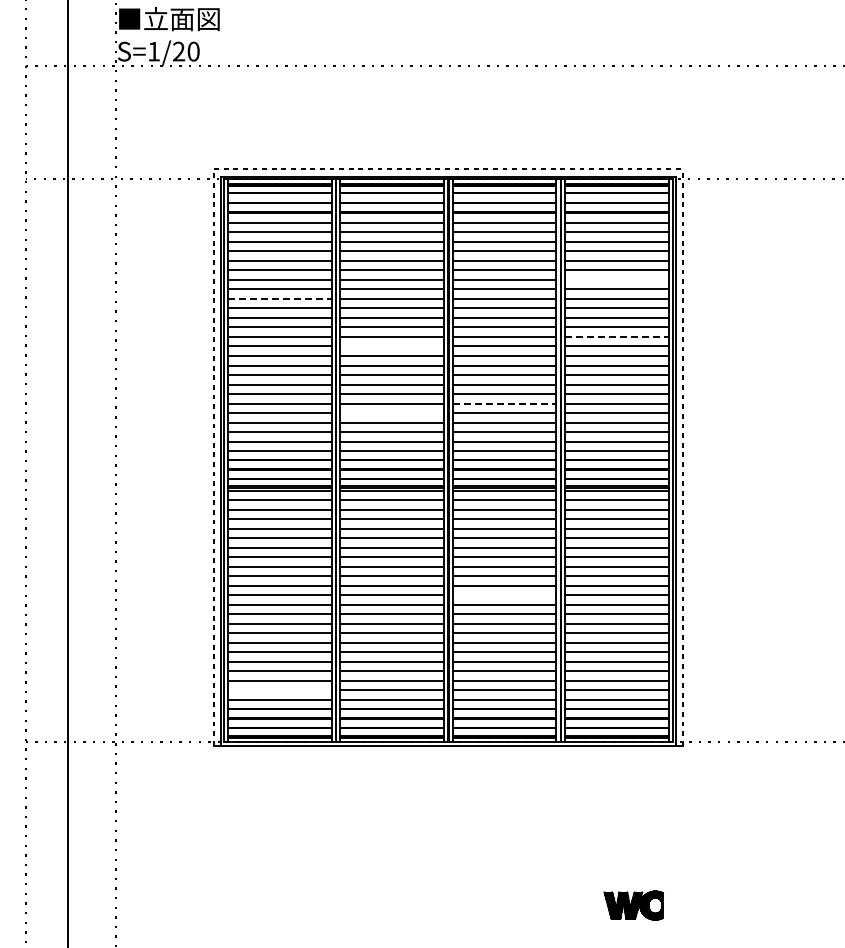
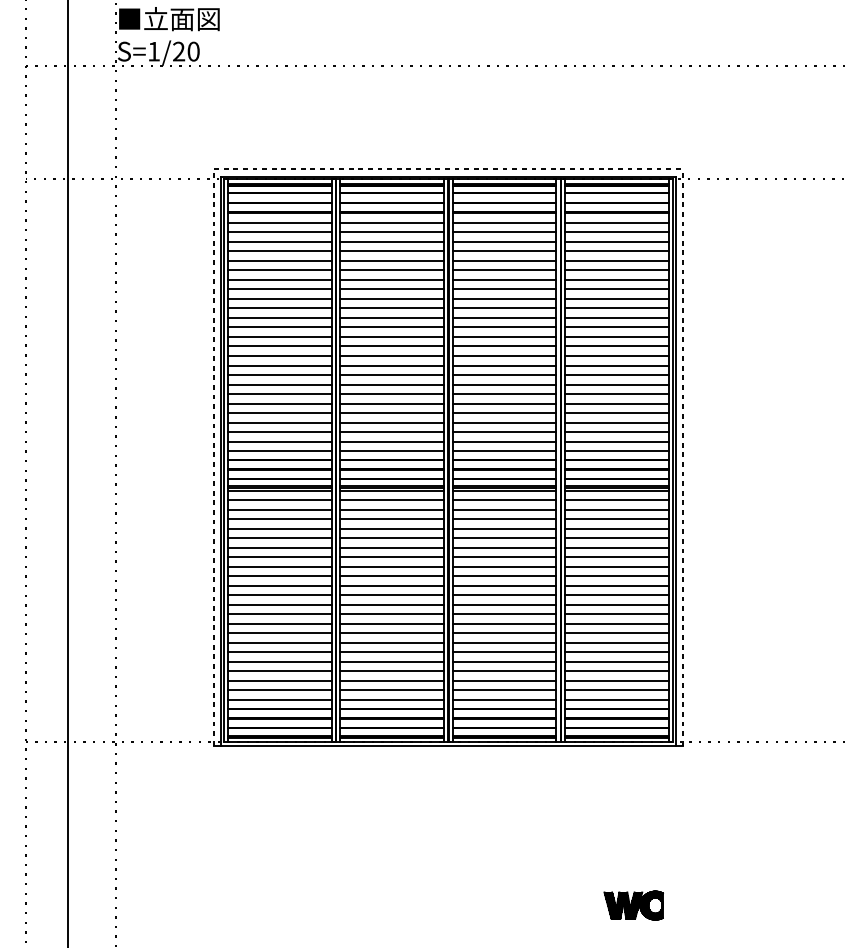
line at (616, 279): none -> present
line at (279, 298): dashed -> solid
line at (616, 336): dashed -> solid
line at (391, 346): none -> present
line at (504, 403): dashed -> solid
line at (391, 413): none -> present
line at (504, 595): none -> present
line at (279, 690): none -> present
